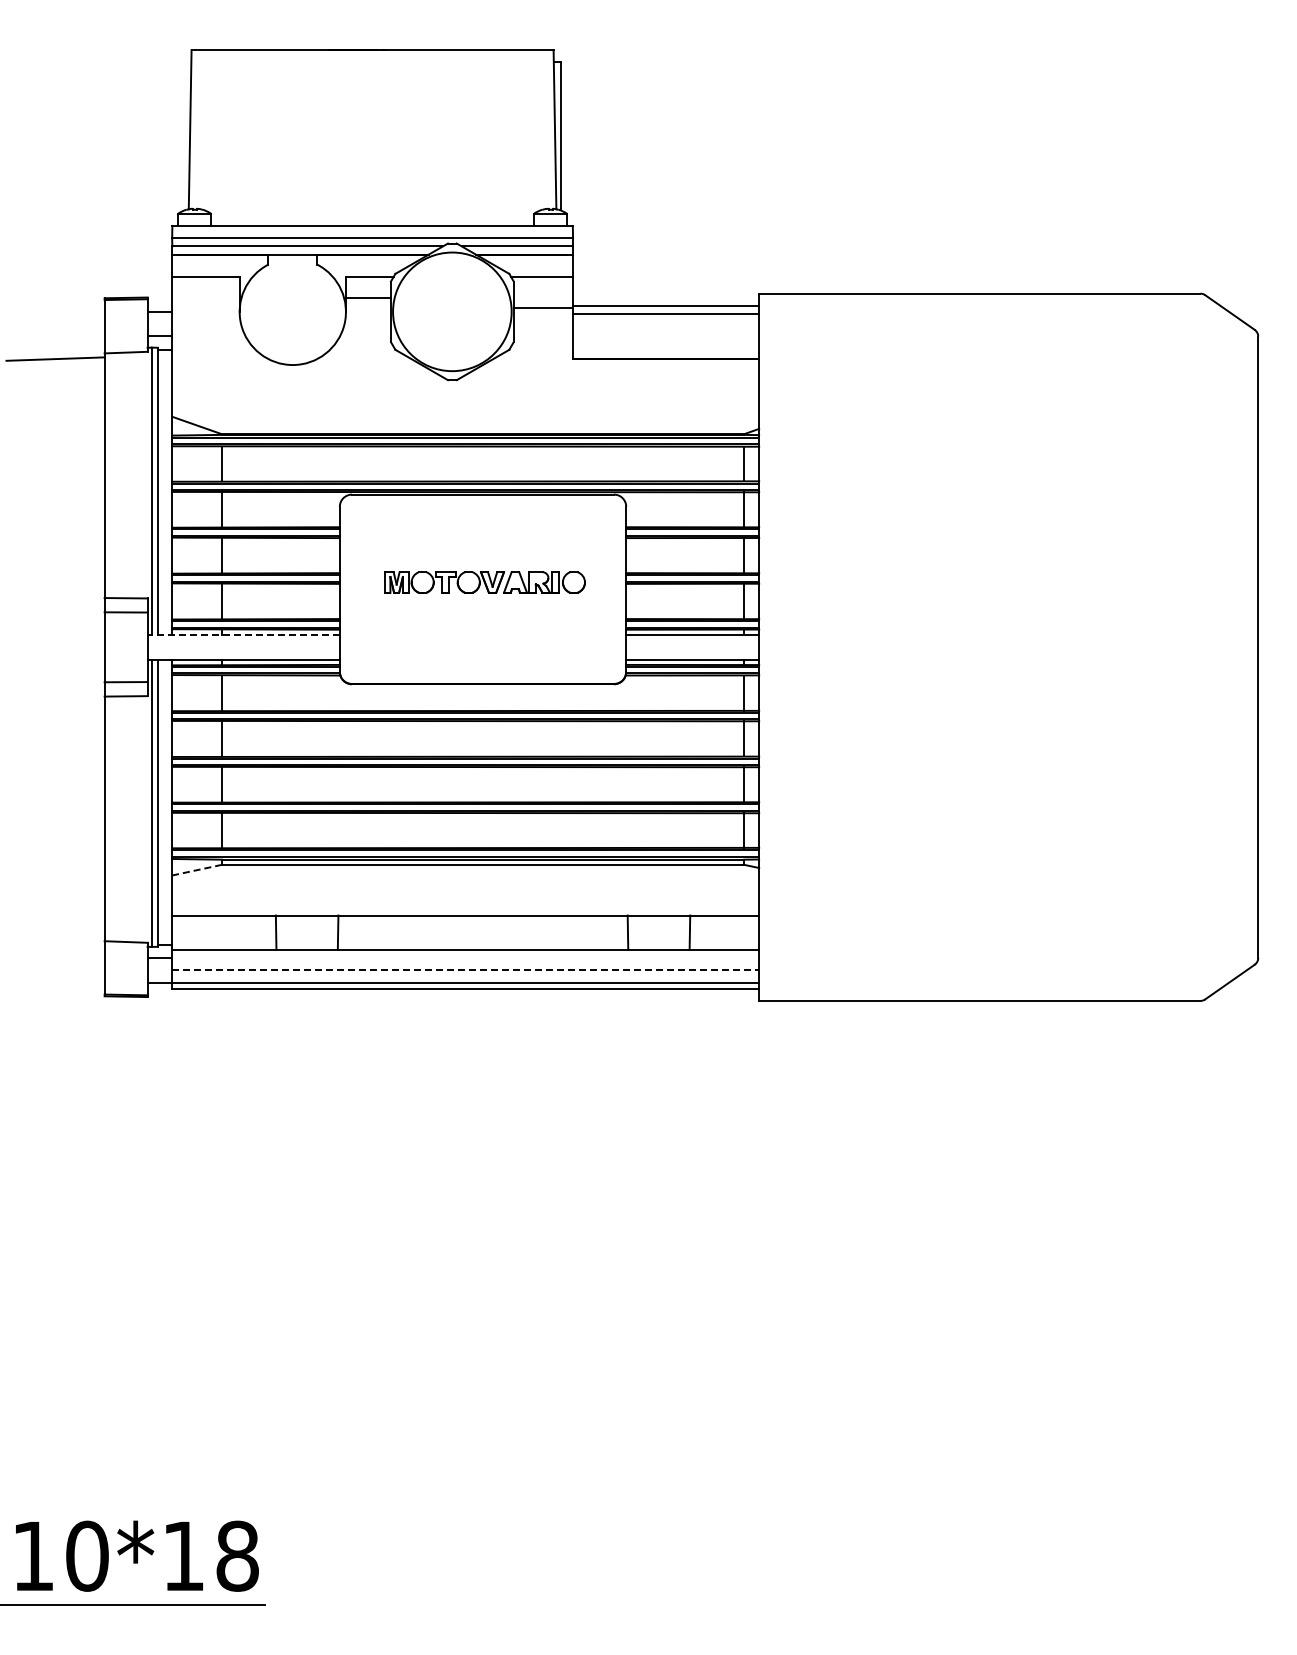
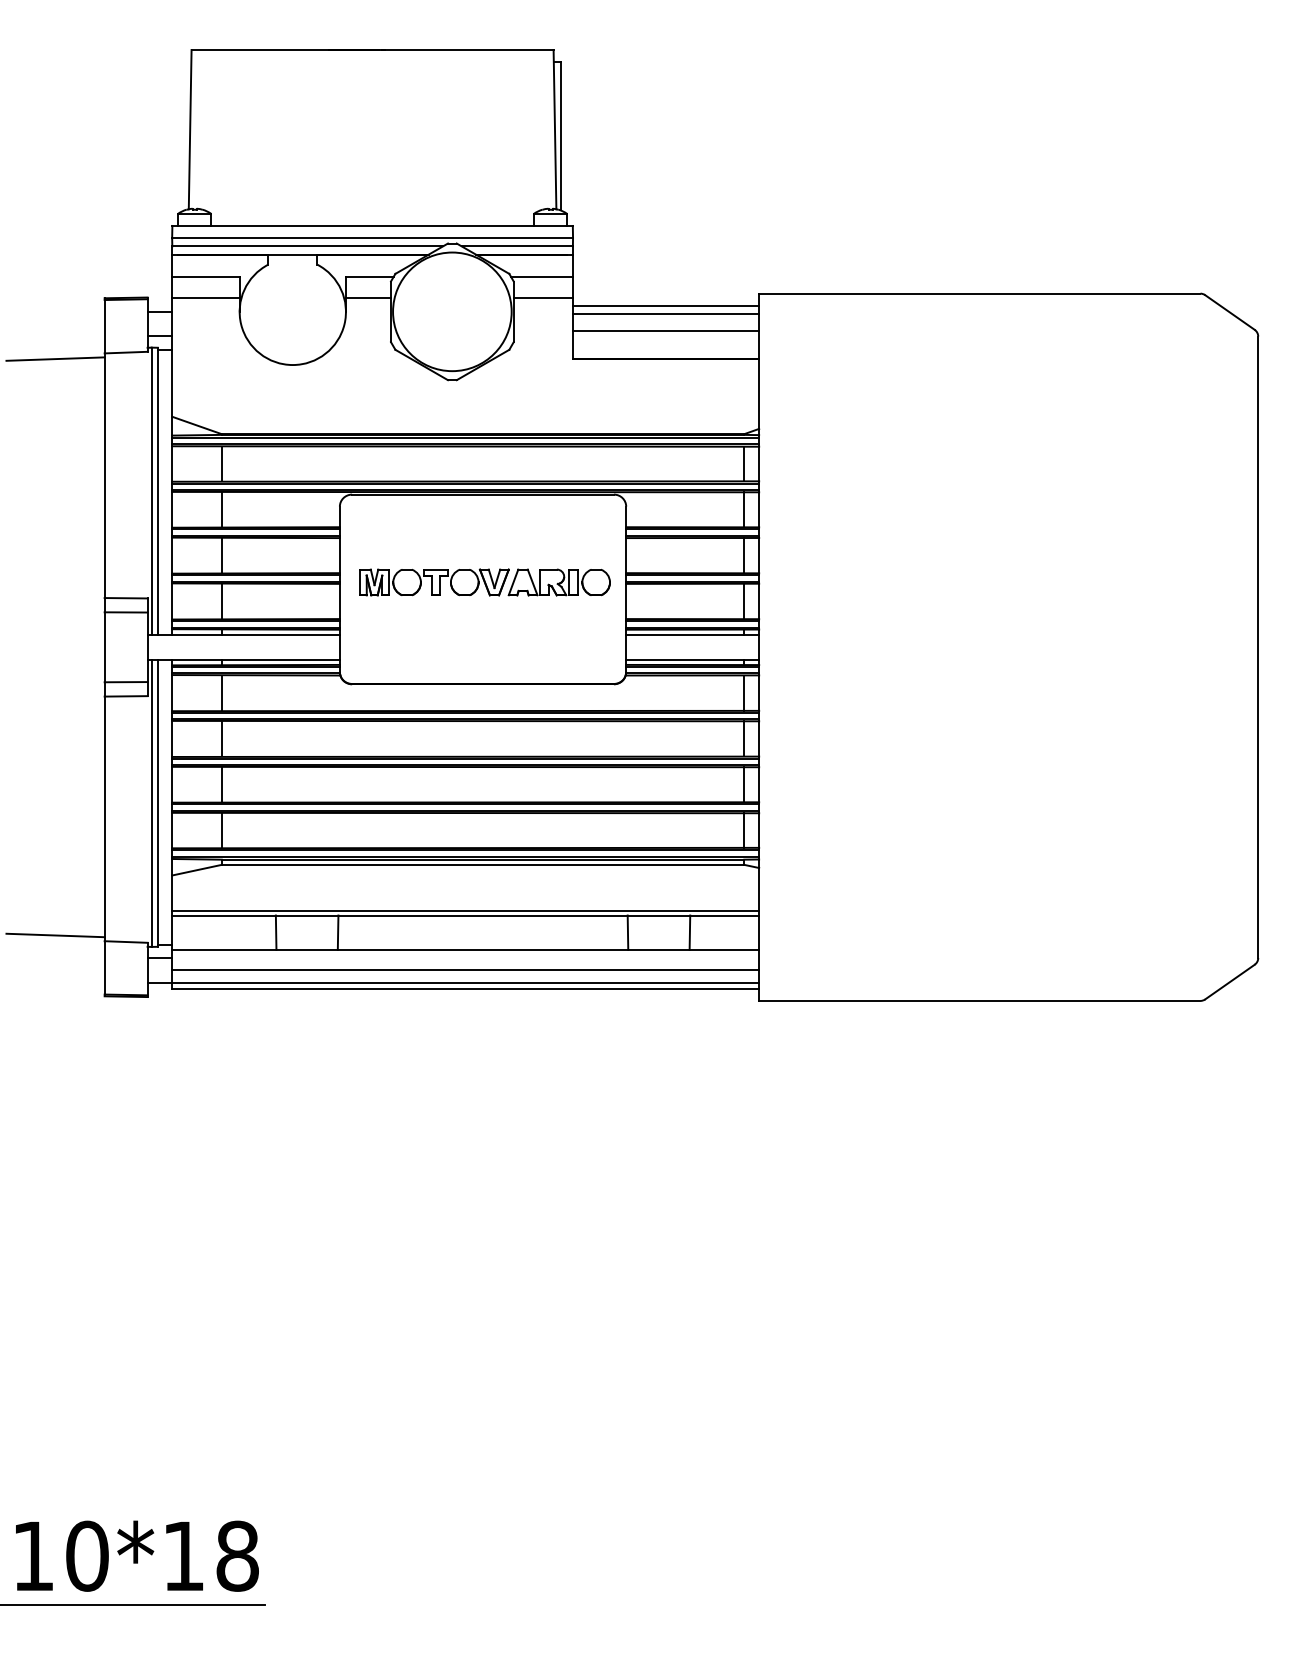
line at (205, 298): none -> present
line at (543, 308) position: (543, 308) -> (543, 298)
line at (666, 331): none -> present
part at (484, 582) size: 202x23 px -> 252x29 px
line at (243, 635): dashed -> solid
line at (197, 870): dashed -> solid
line at (465, 911): none -> present
line at (55, 935): none -> present
line at (465, 970): dashed -> solid
